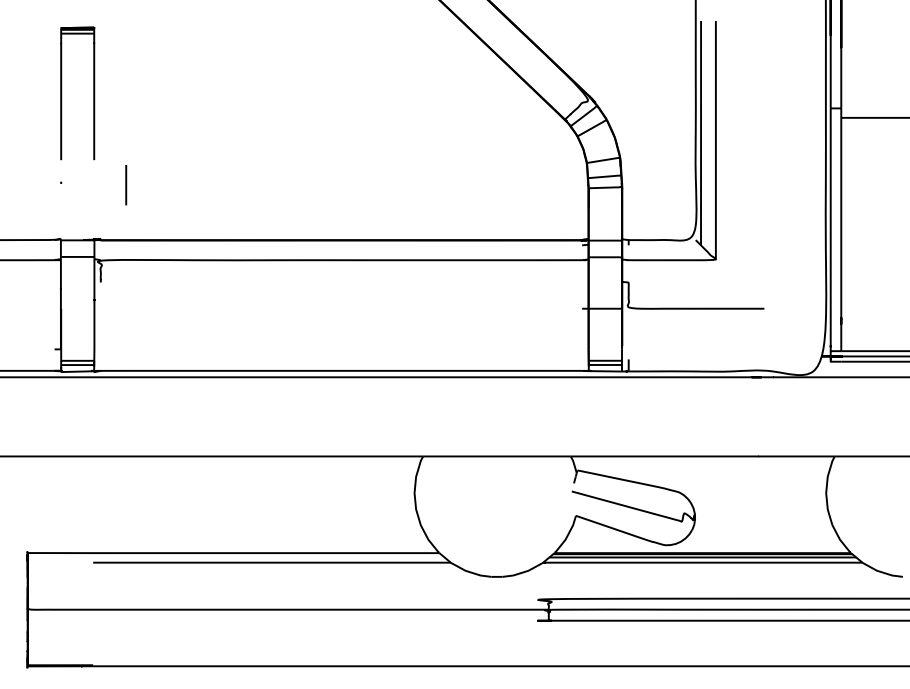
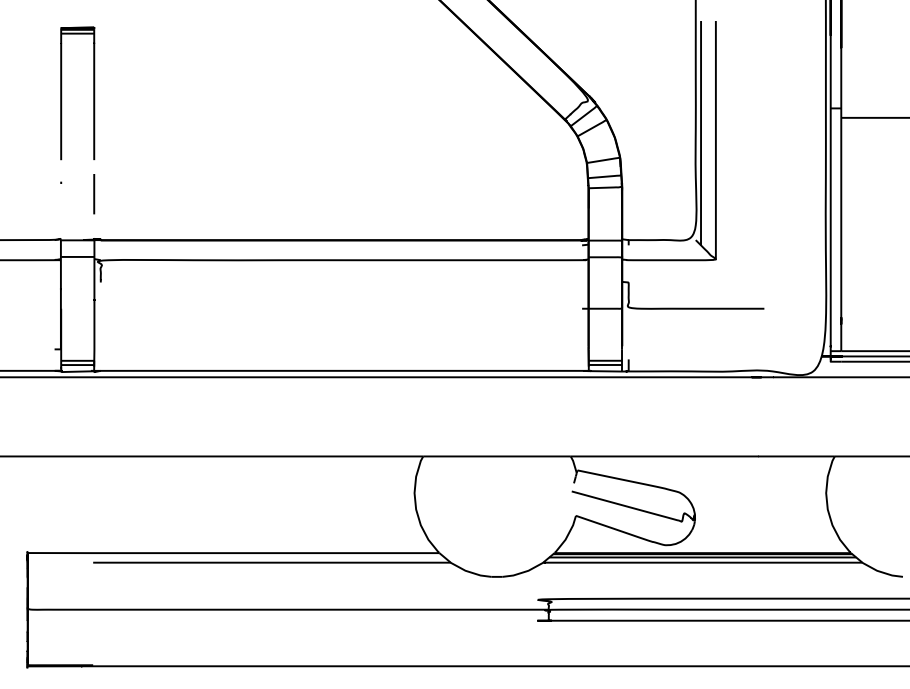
line at (126, 185) position: (126, 185) -> (94, 194)
